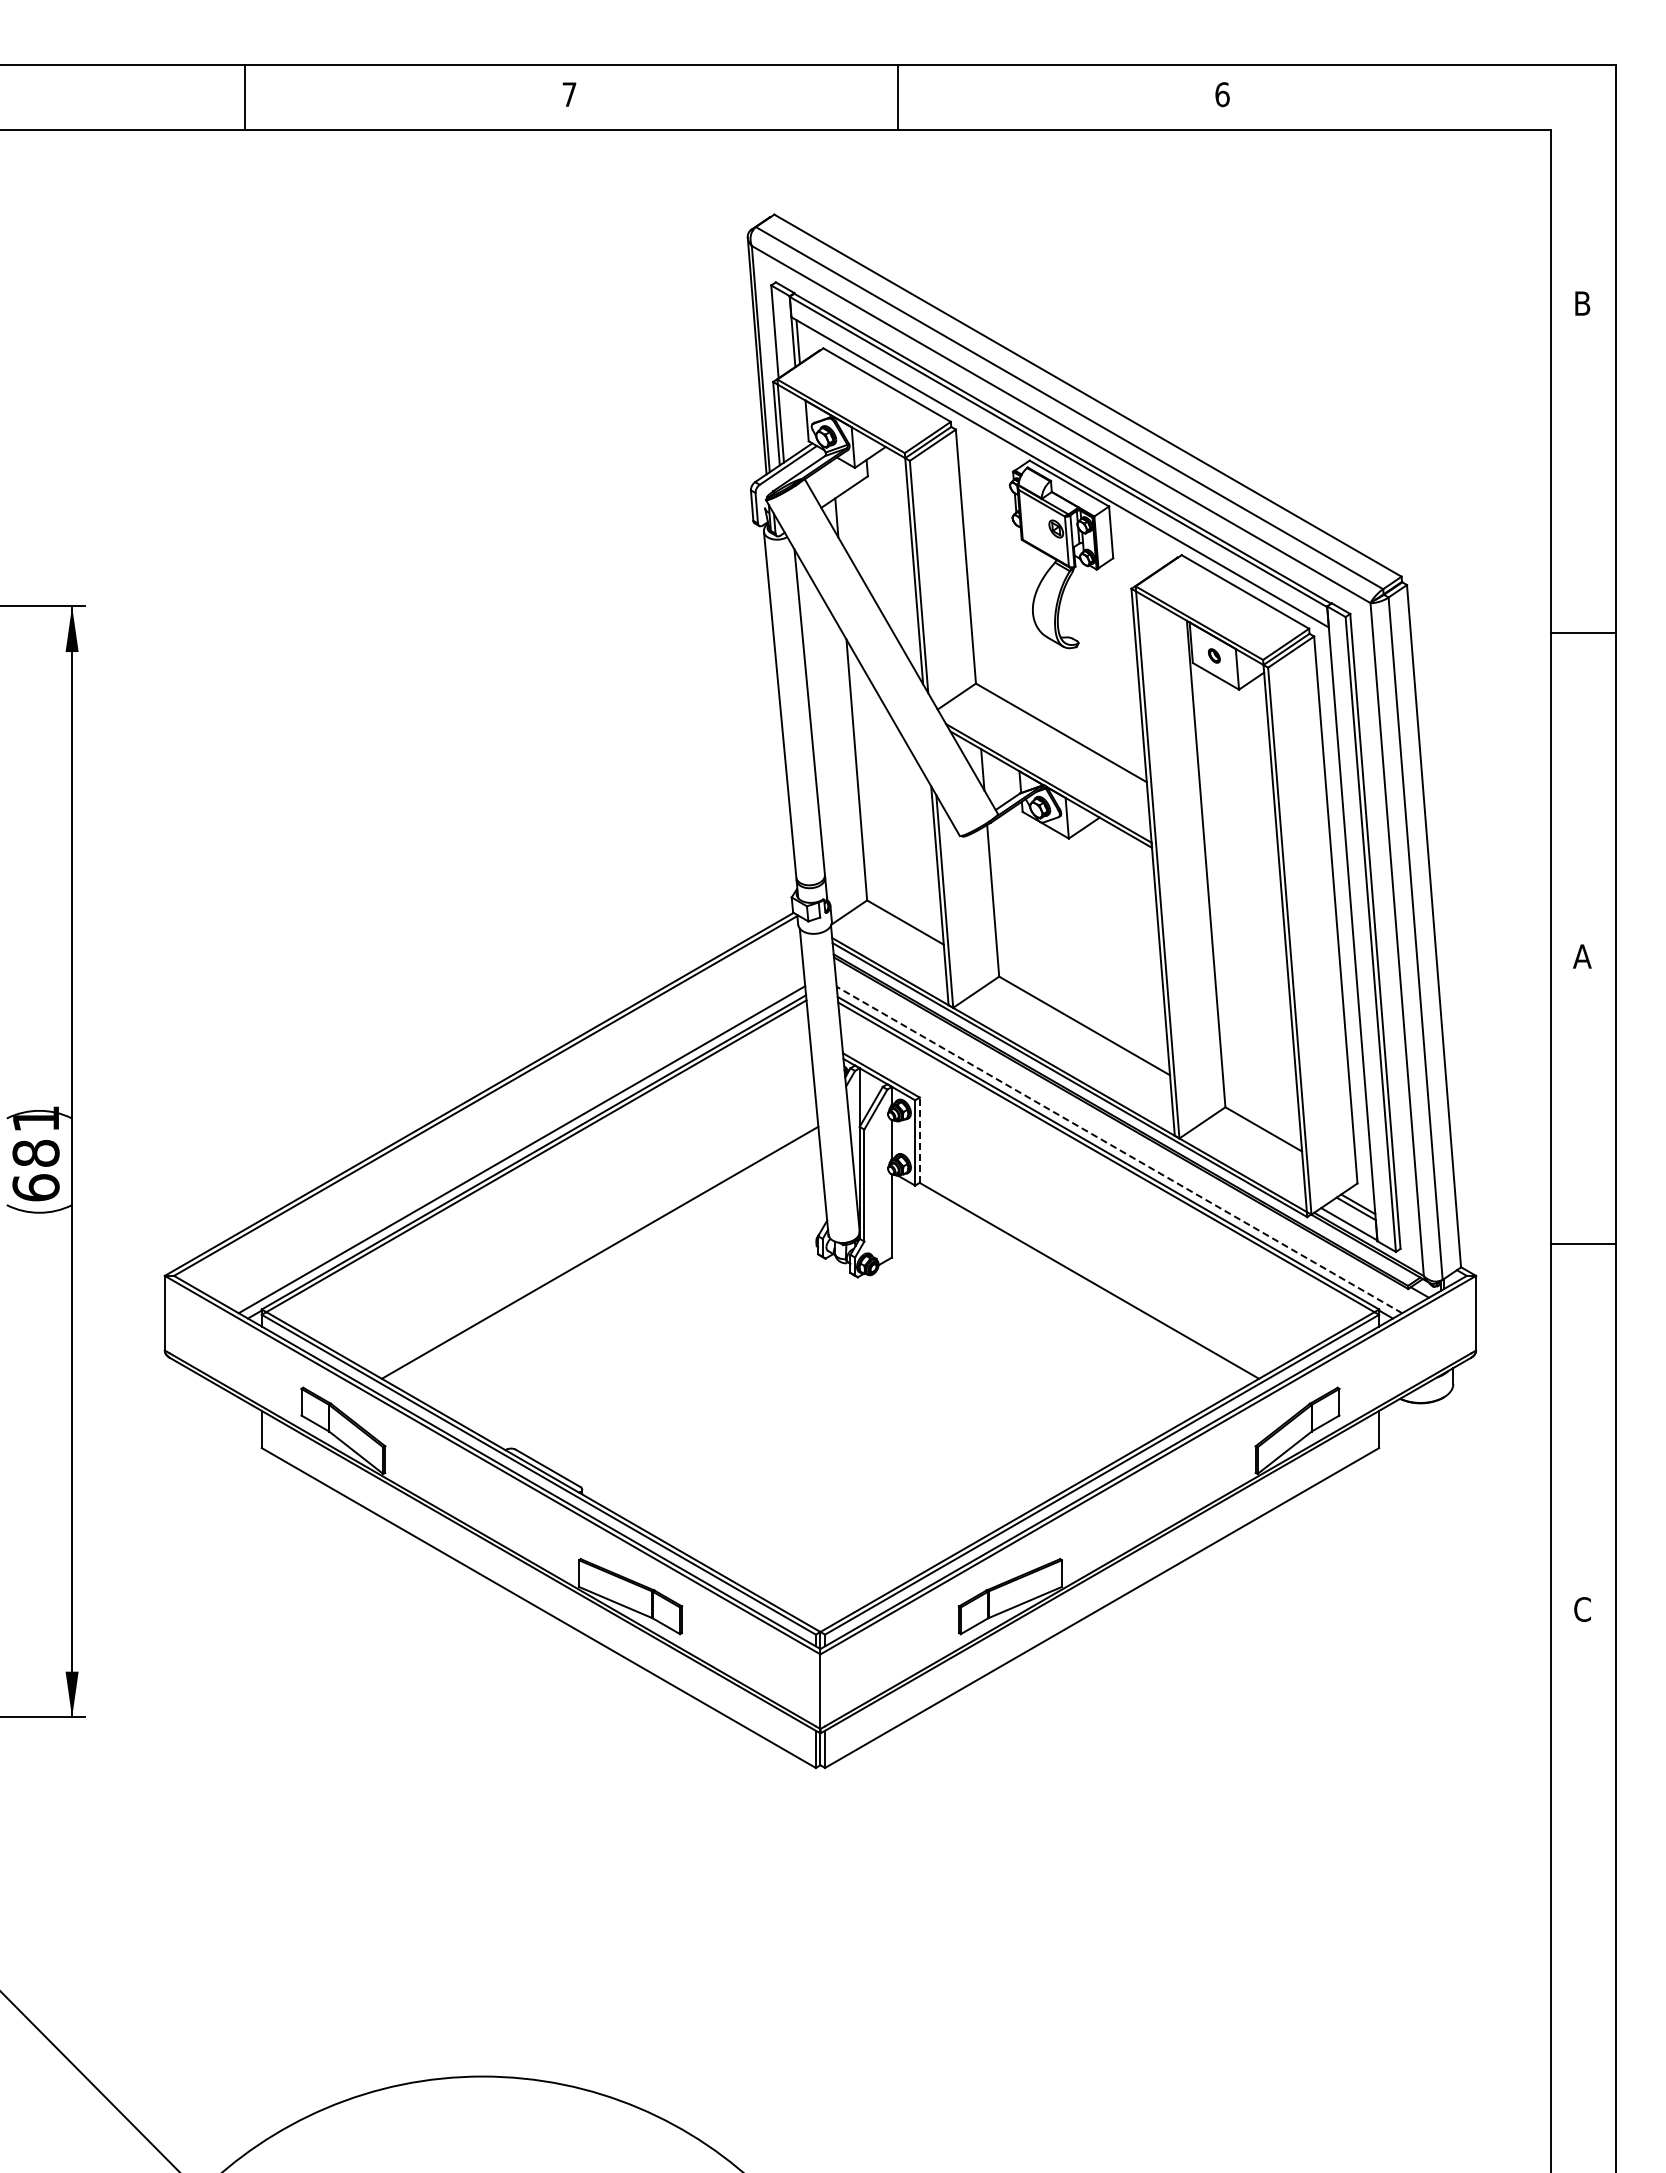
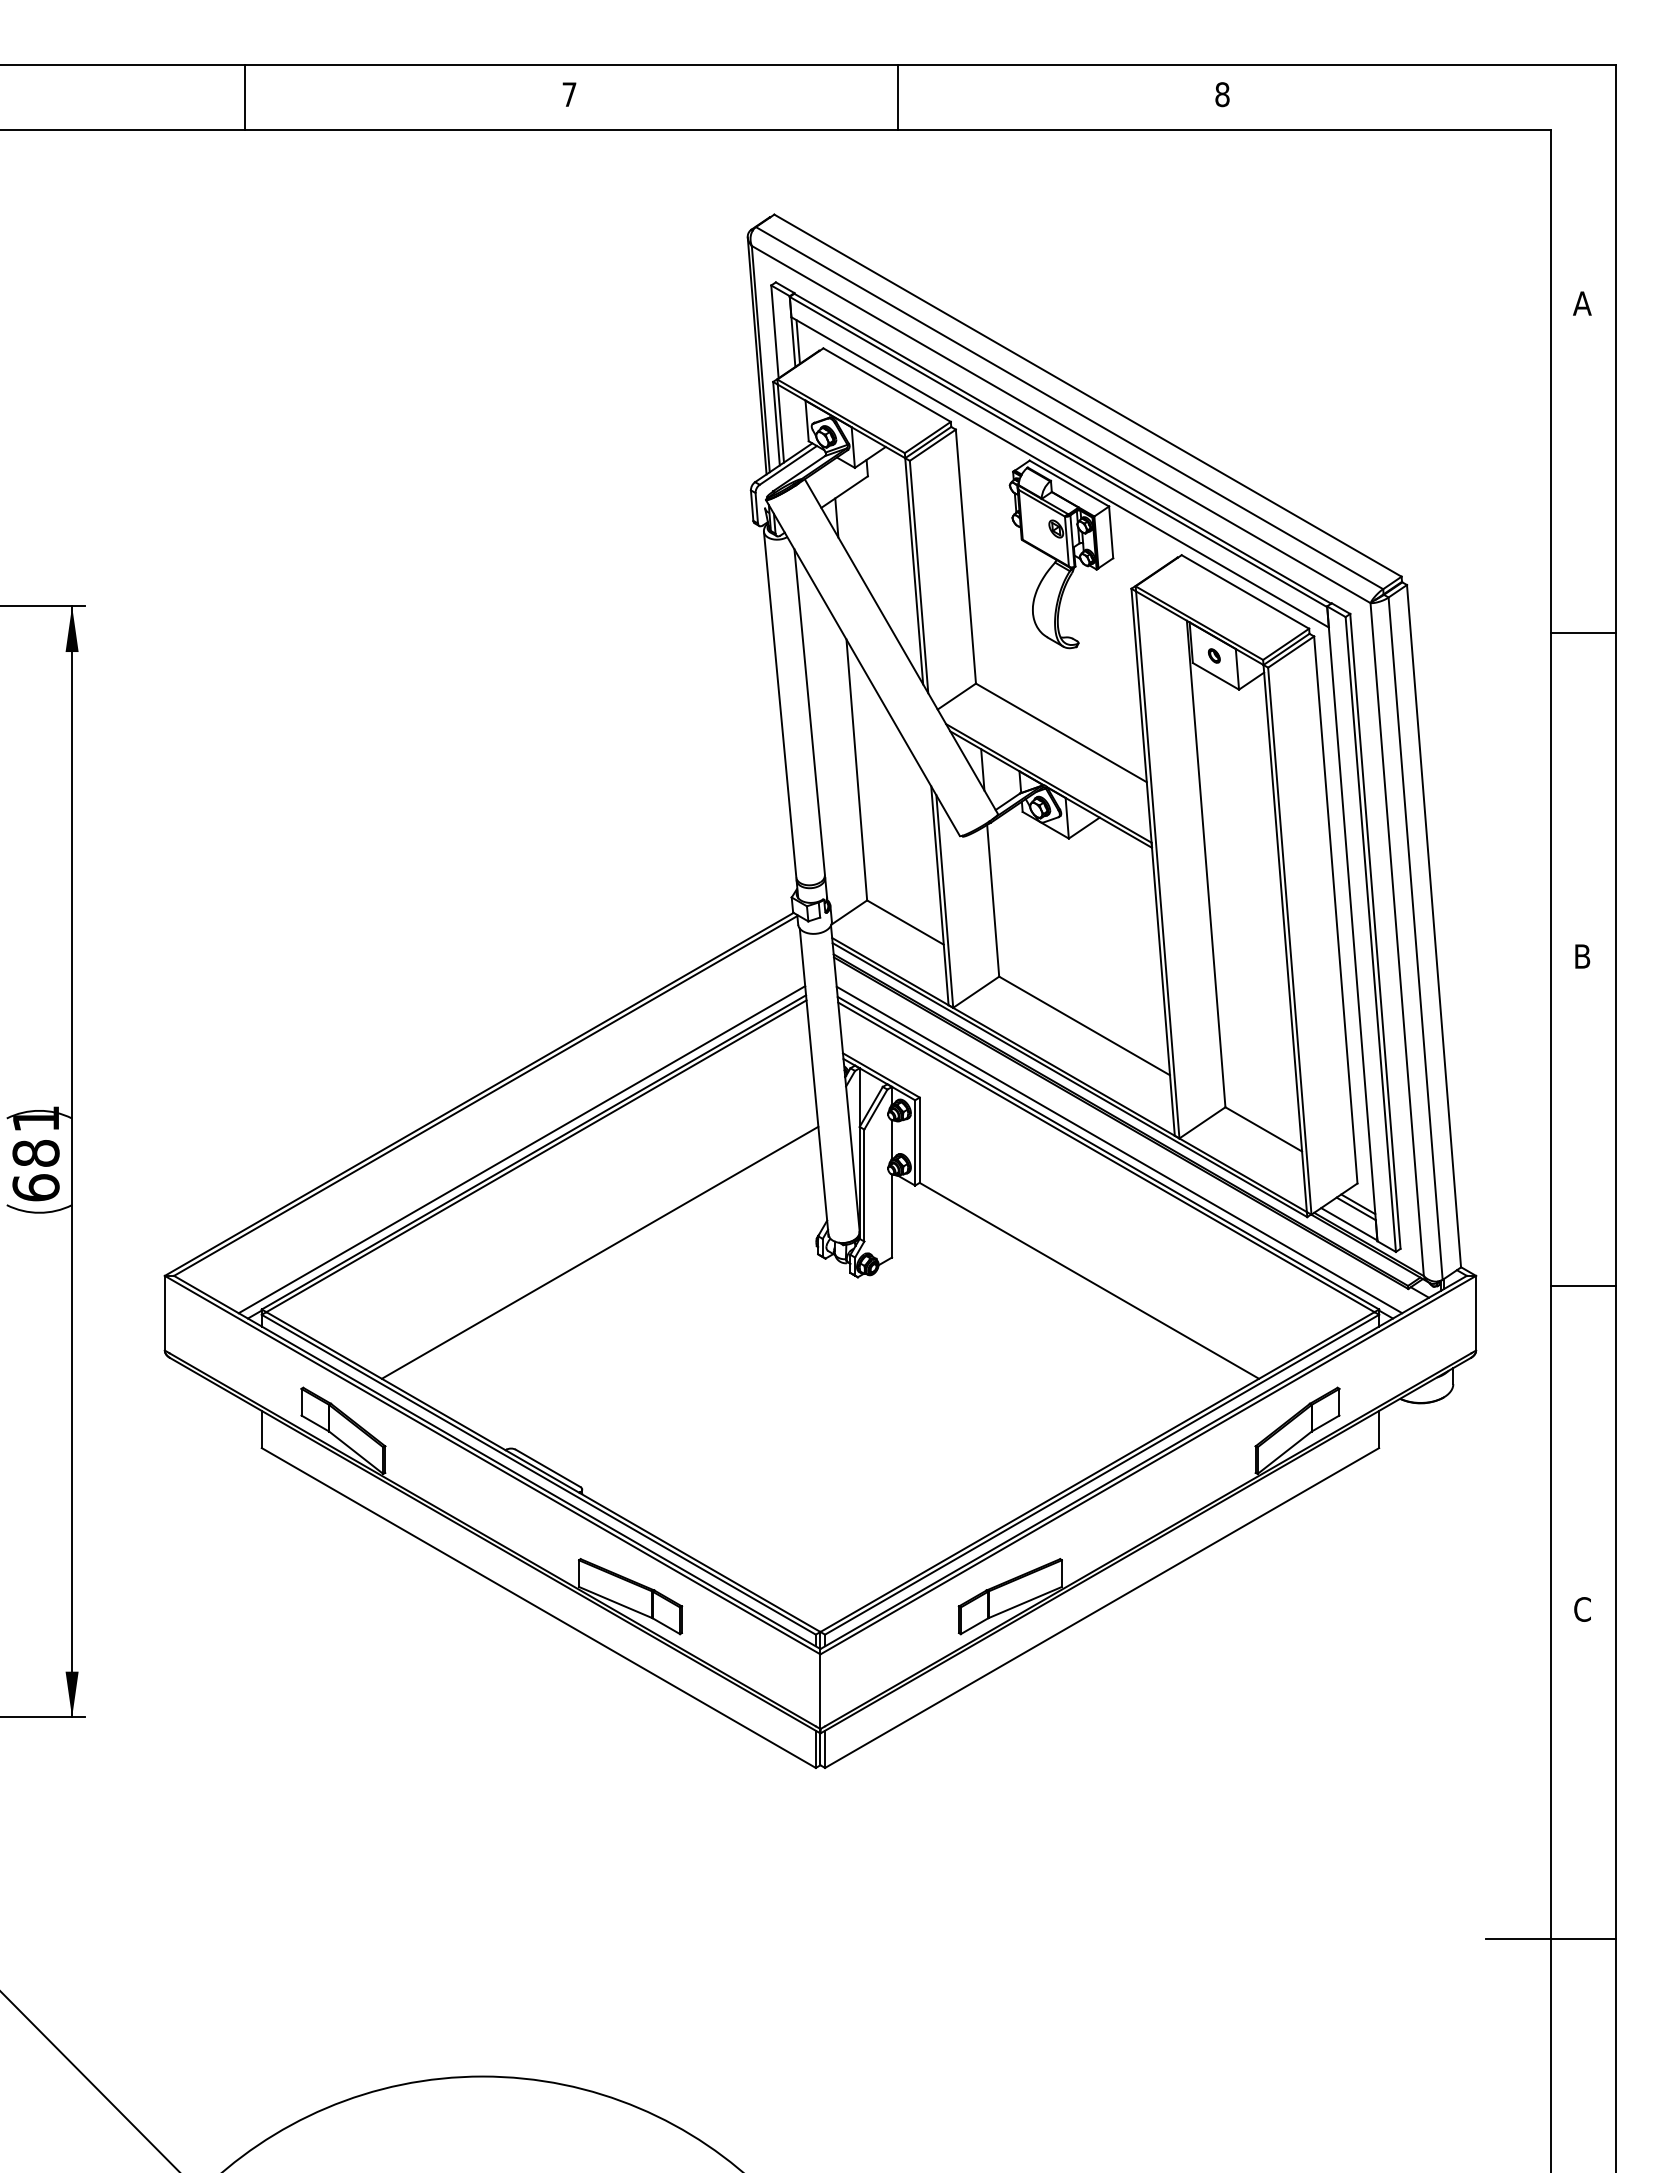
text at (1222, 94): 6 -> 8
text at (1582, 303): B -> A
text at (1582, 956): A -> B
line at (919, 1140): dashed -> solid
line at (1119, 1149): dashed -> solid
line at (1583, 1244) position: (1583, 1244) -> (1583, 1286)
line at (1550, 1939): none -> present
